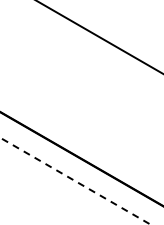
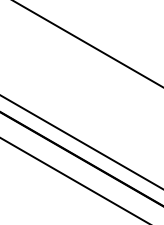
line at (99, 37) position: (99, 37) -> (87, 43)
line at (81, 141): none -> present
line at (75, 181): dashed -> solid
